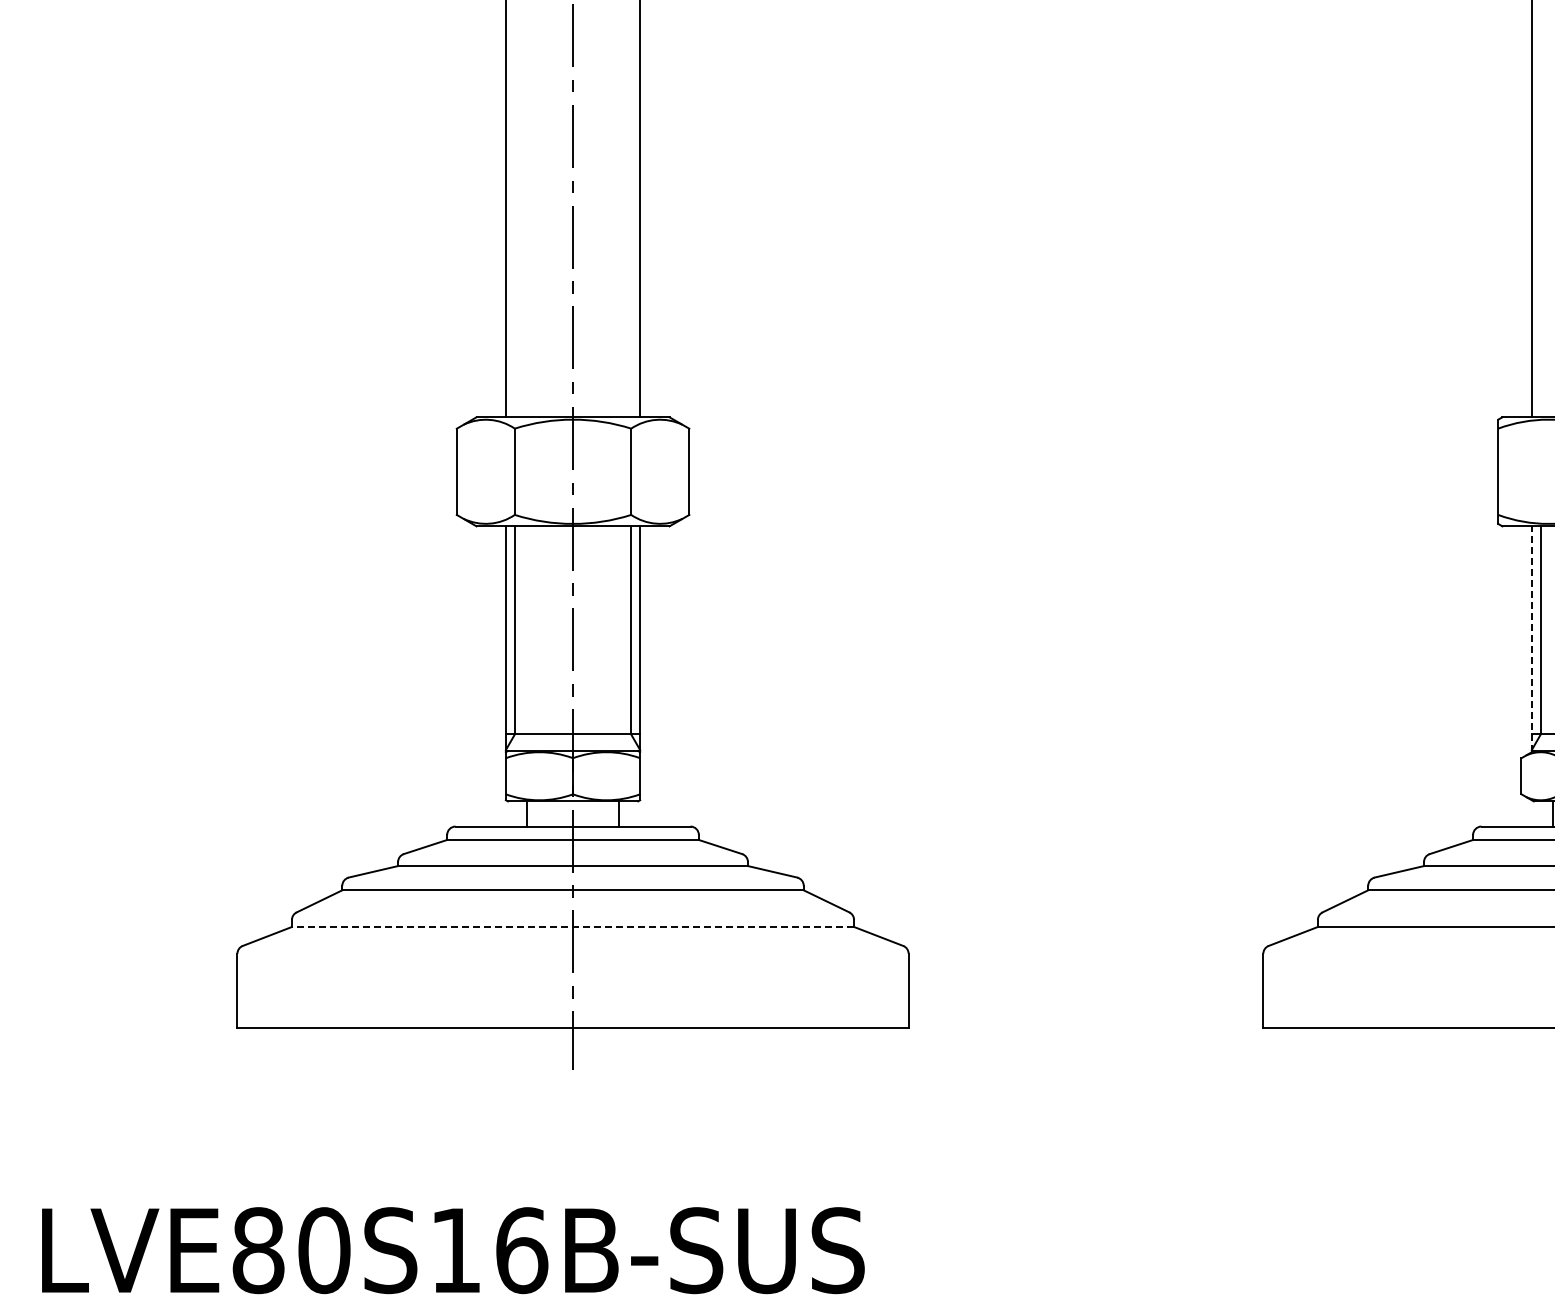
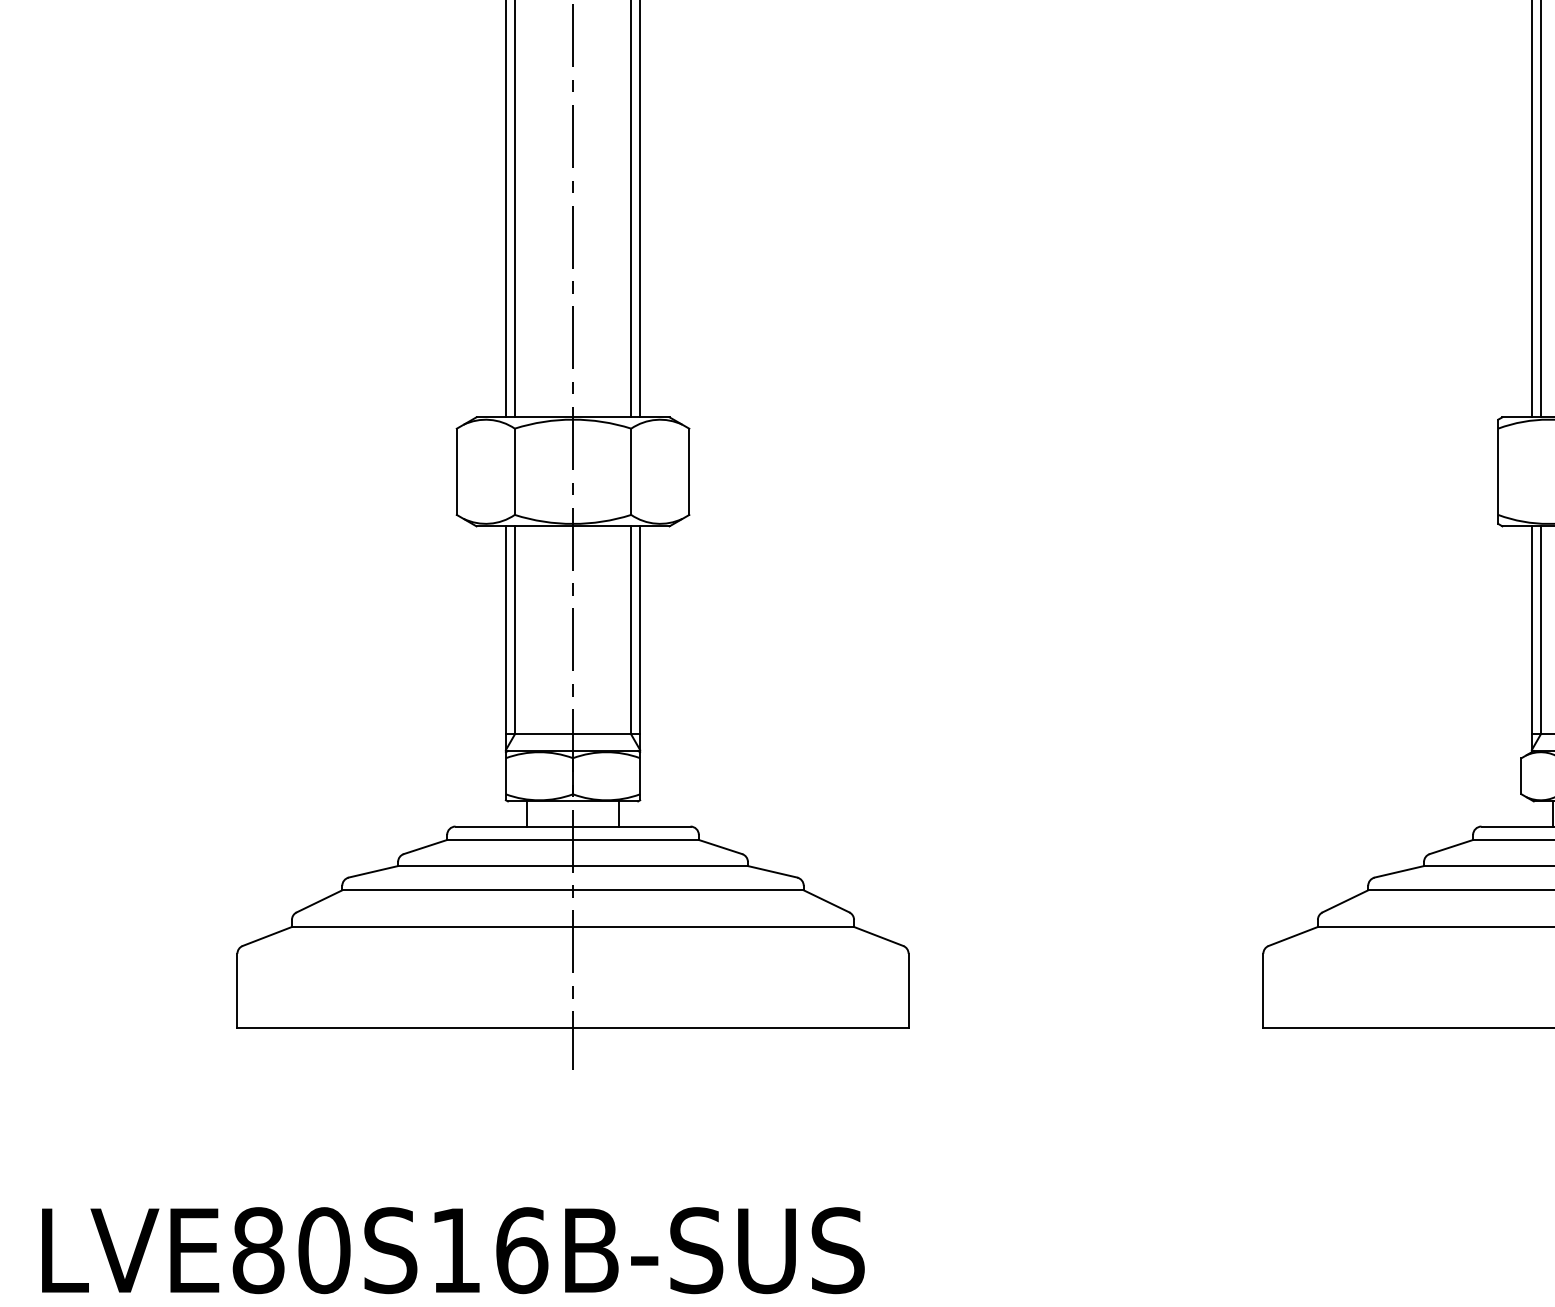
line at (514, 209): none -> present
line at (631, 209): none -> present
line at (1540, 209): none -> present
line at (1531, 639): dashed -> solid
line at (572, 926): dashed -> solid
